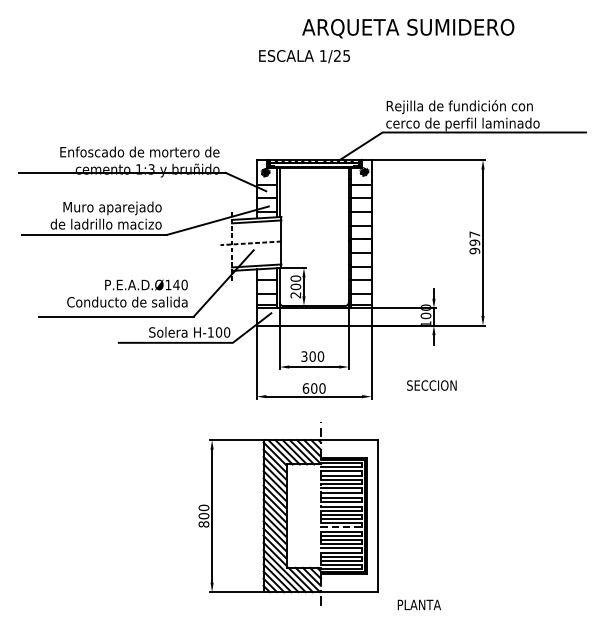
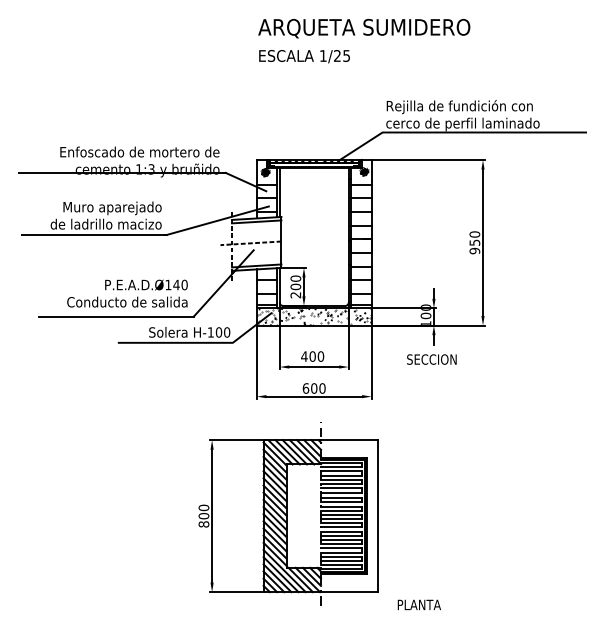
text at (408, 28) position: (408, 28) -> (364, 28)
text at (474, 238): 997 -> 950
hatch at (314, 316): none -> present
text at (304, 356): 300 -> 400
text at (431, 385) position: (431, 385) -> (431, 359)
line at (341, 527): dashed -> solid
